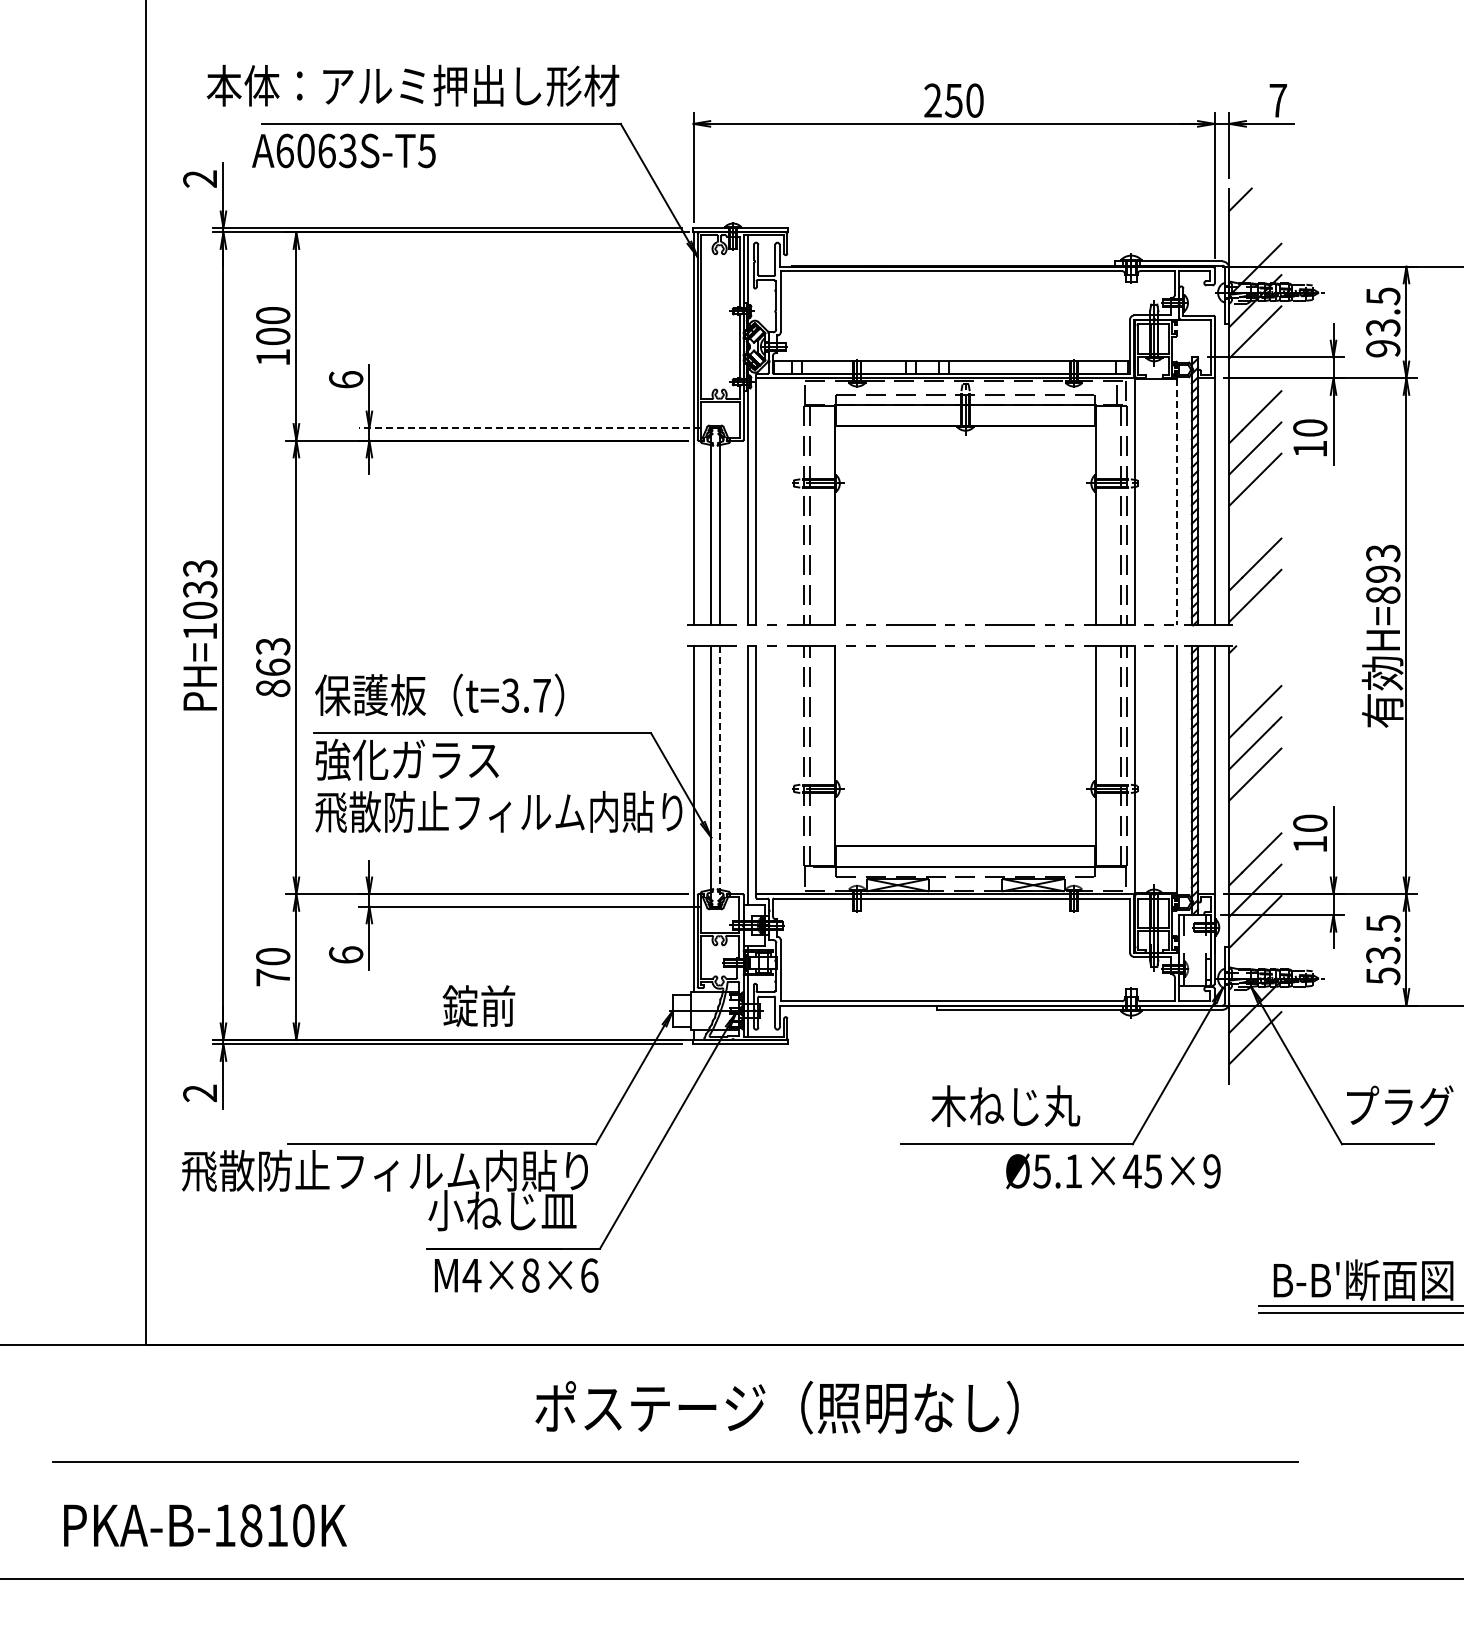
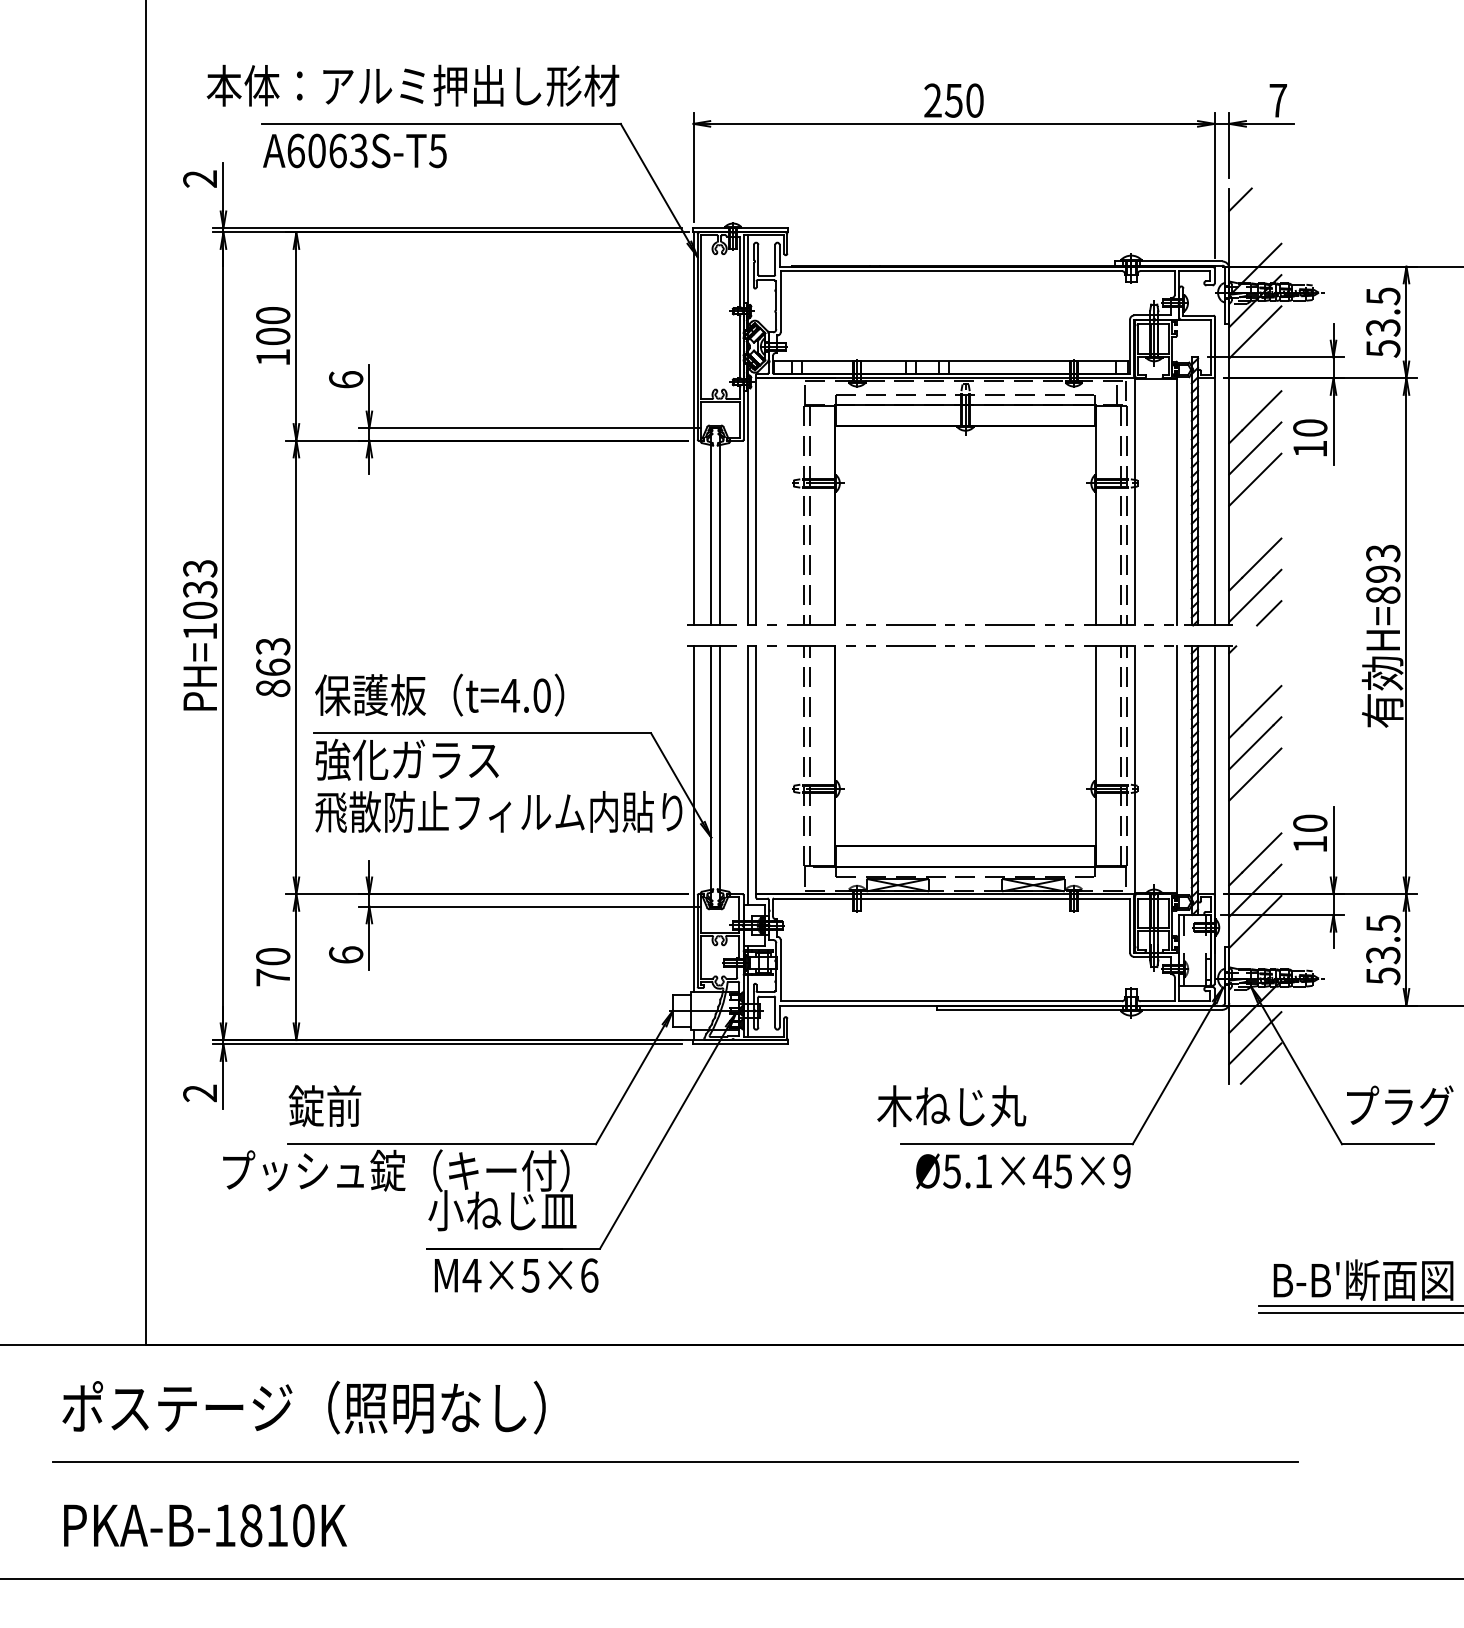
text at (343, 150) position: (343, 150) -> (354, 150)
text at (1383, 348): 93.5 -> 53.5
line at (529, 428): dashed -> solid
line at (1177, 502): dashed -> solid
line at (1269, 613): none -> present
text at (525, 695): t=3.7 -> t=4.0
line at (719, 777): dashed -> solid
text at (478, 1005) position: (478, 1005) -> (324, 1105)
line at (1260, 1063): none -> present
text at (1005, 1105) position: (1005, 1105) -> (951, 1105)
text at (384, 1170): 飛散防止フィルム内貼り -> プッシュ錠（キー付）
text at (1113, 1171) position: (1113, 1171) -> (1023, 1171)
text at (530, 1275): M4×8×6 -> M4×5×6
text at (776, 1407) position: (776, 1407) -> (303, 1407)
